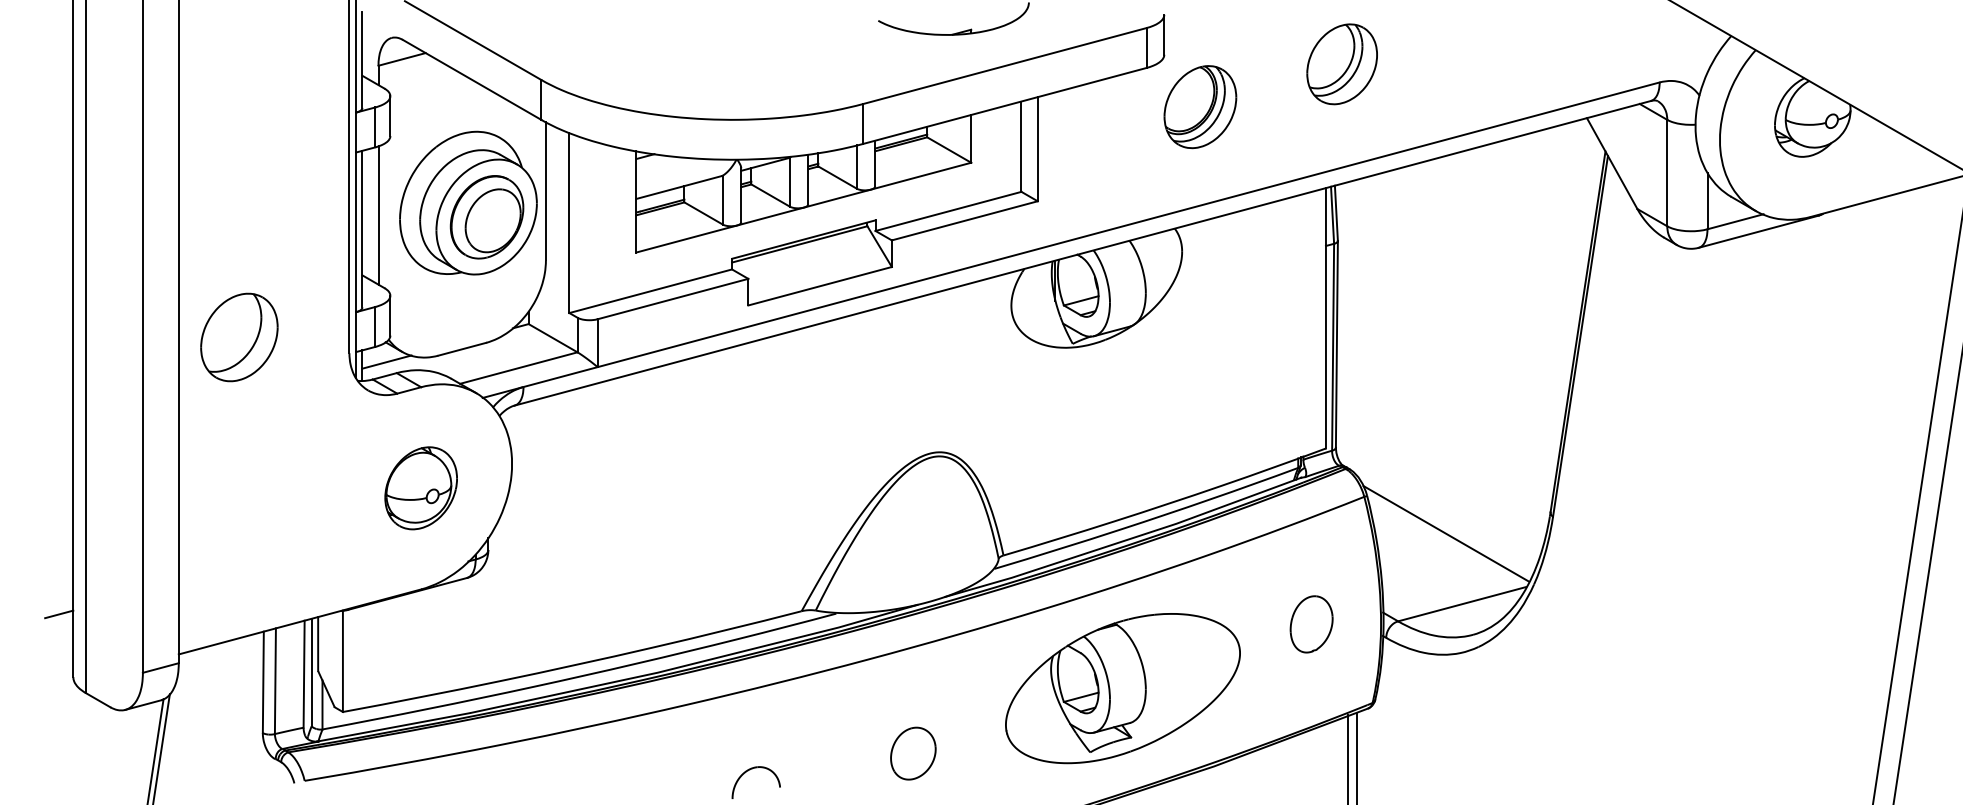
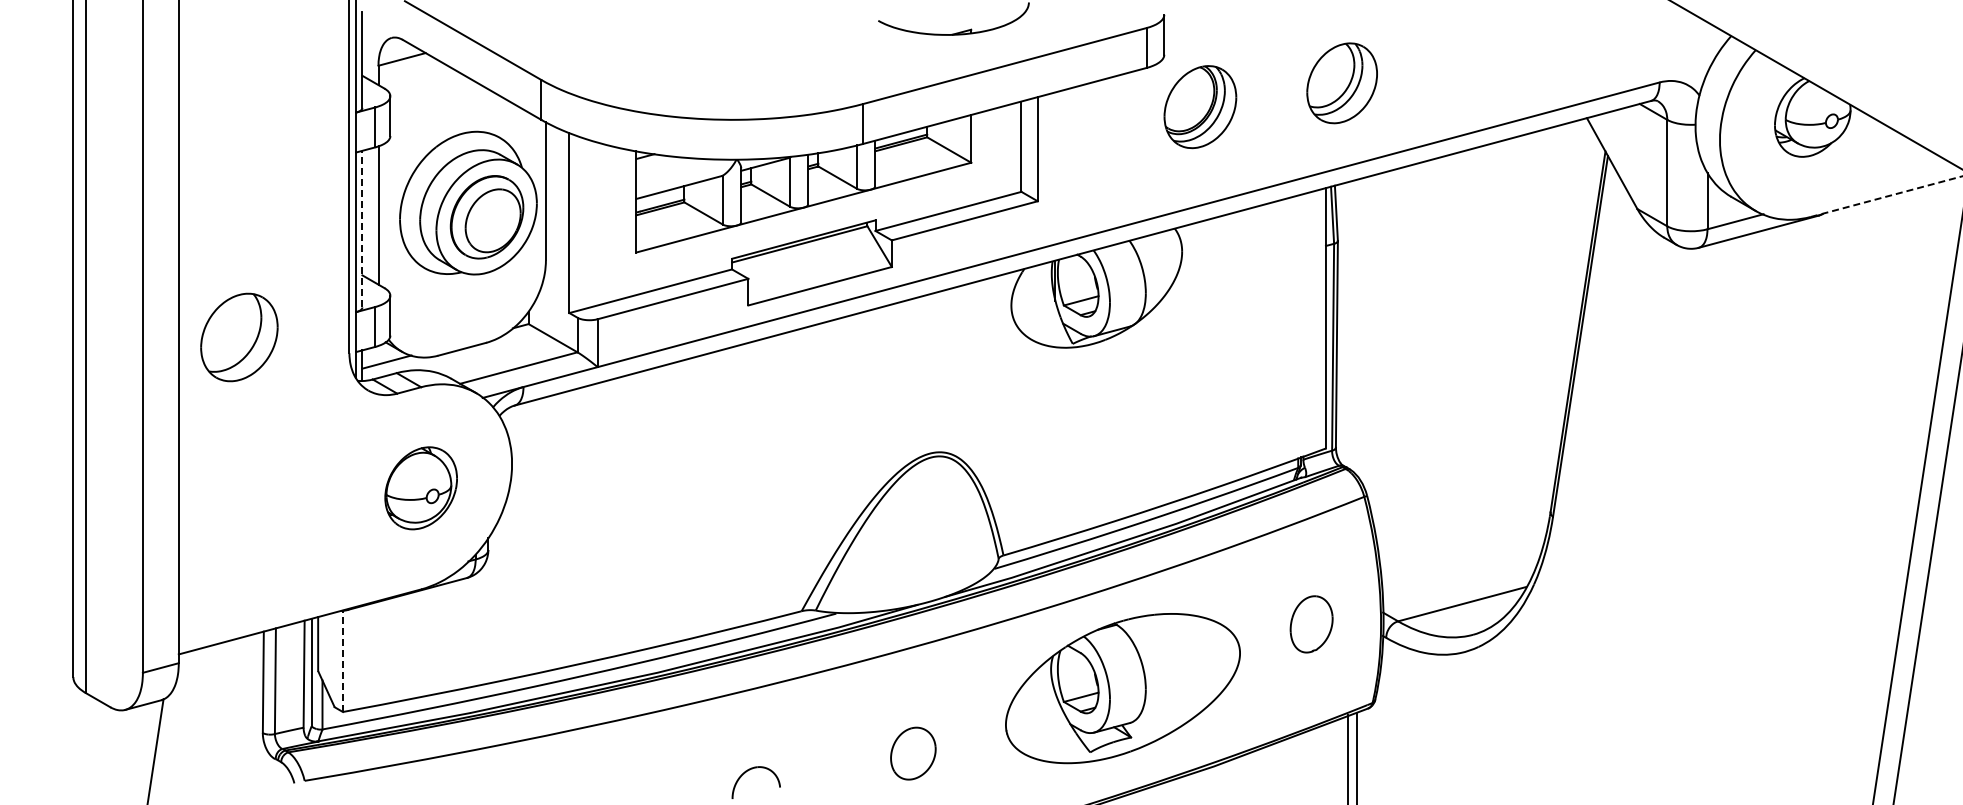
part at (1341, 64) position: (1341, 64) -> (1341, 83)
line at (1886, 196): solid -> dashed
line at (362, 228): solid -> dashed
line at (1445, 533): present -> none
line at (59, 614): present -> none
line at (342, 661): solid -> dashed
line at (161, 747): present -> none
